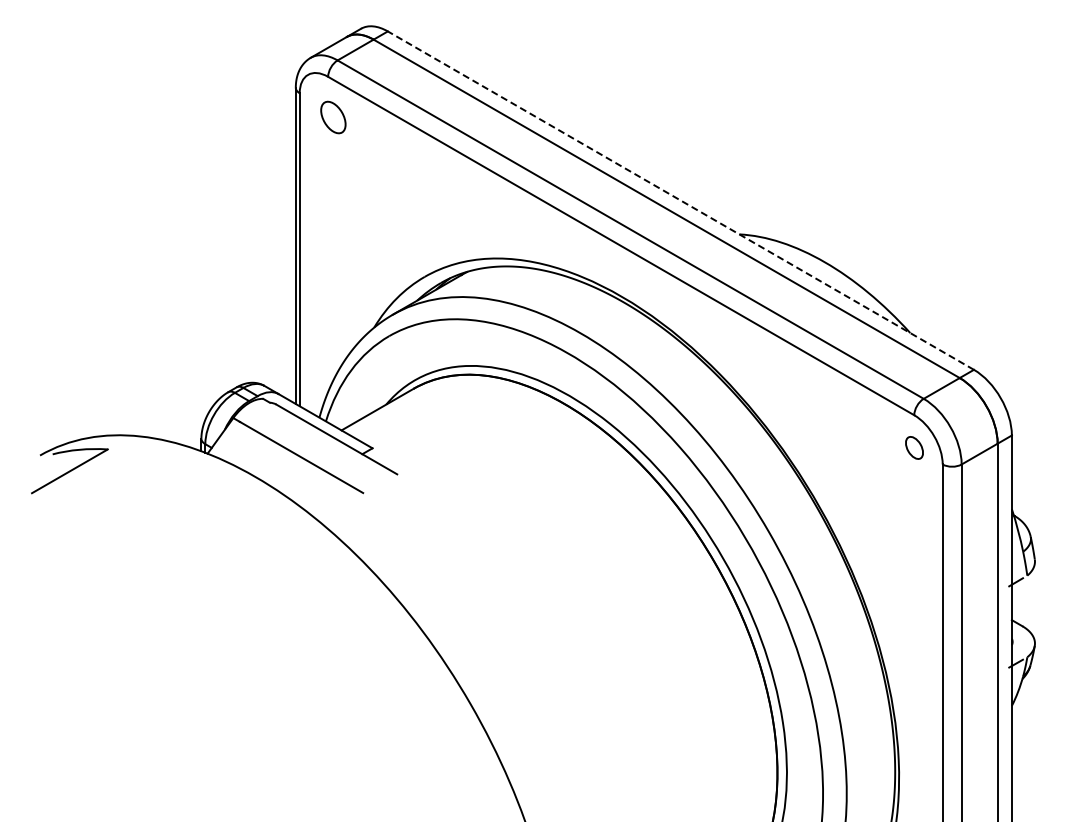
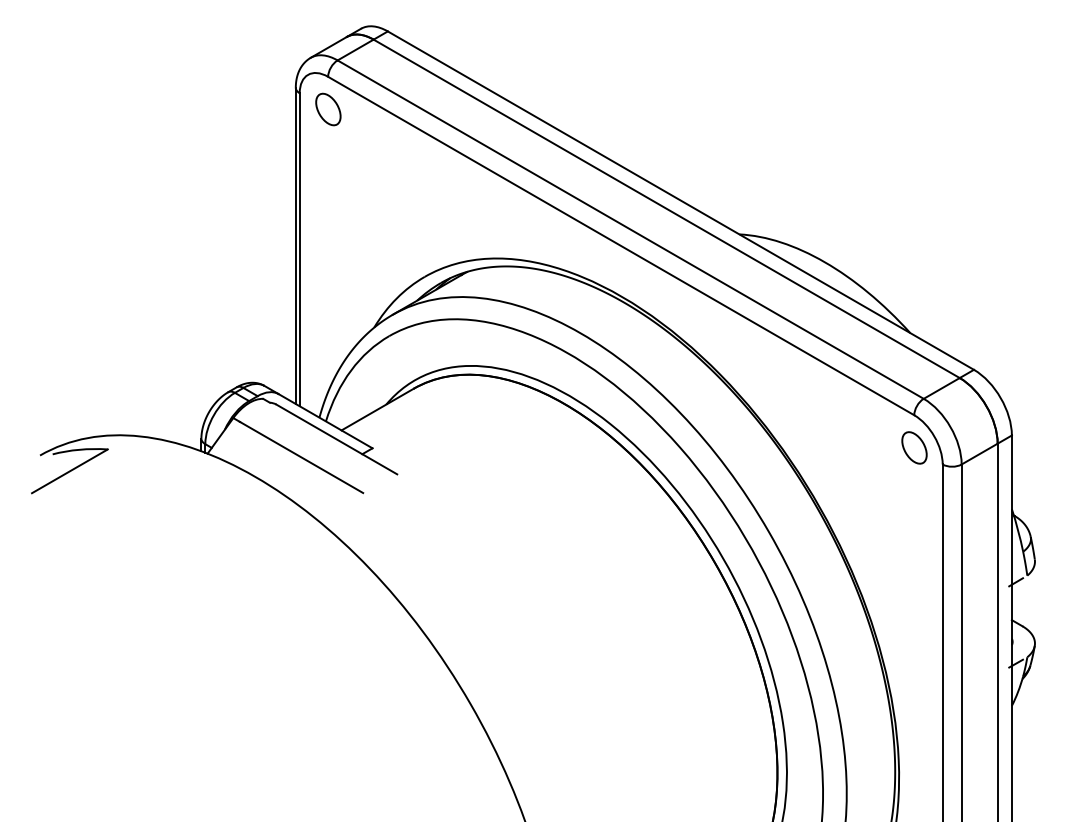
part at (333, 117) position: (333, 117) -> (328, 109)
line at (680, 200): dashed -> solid
part at (914, 447) size: 19x24 px -> 27x34 px
